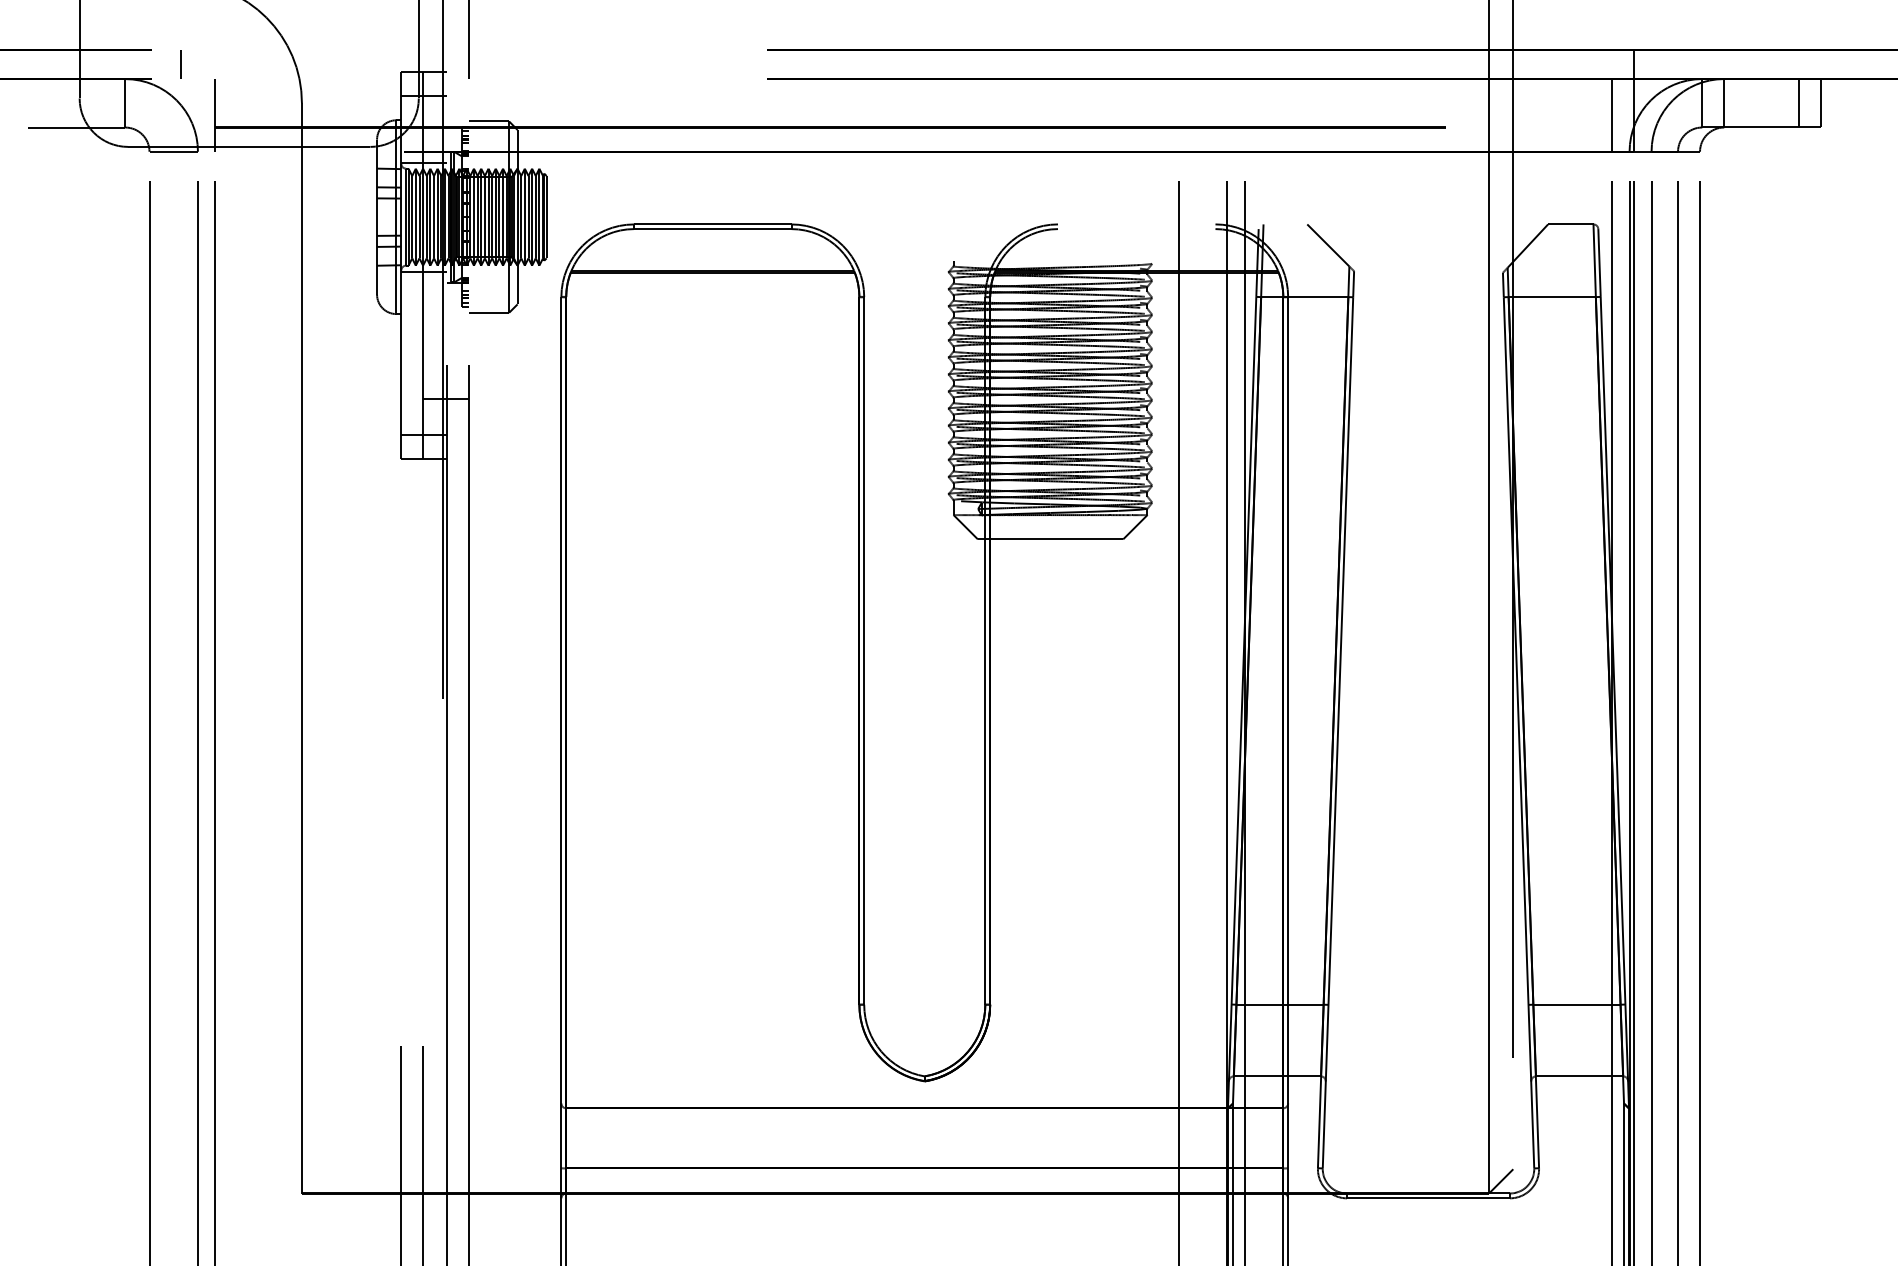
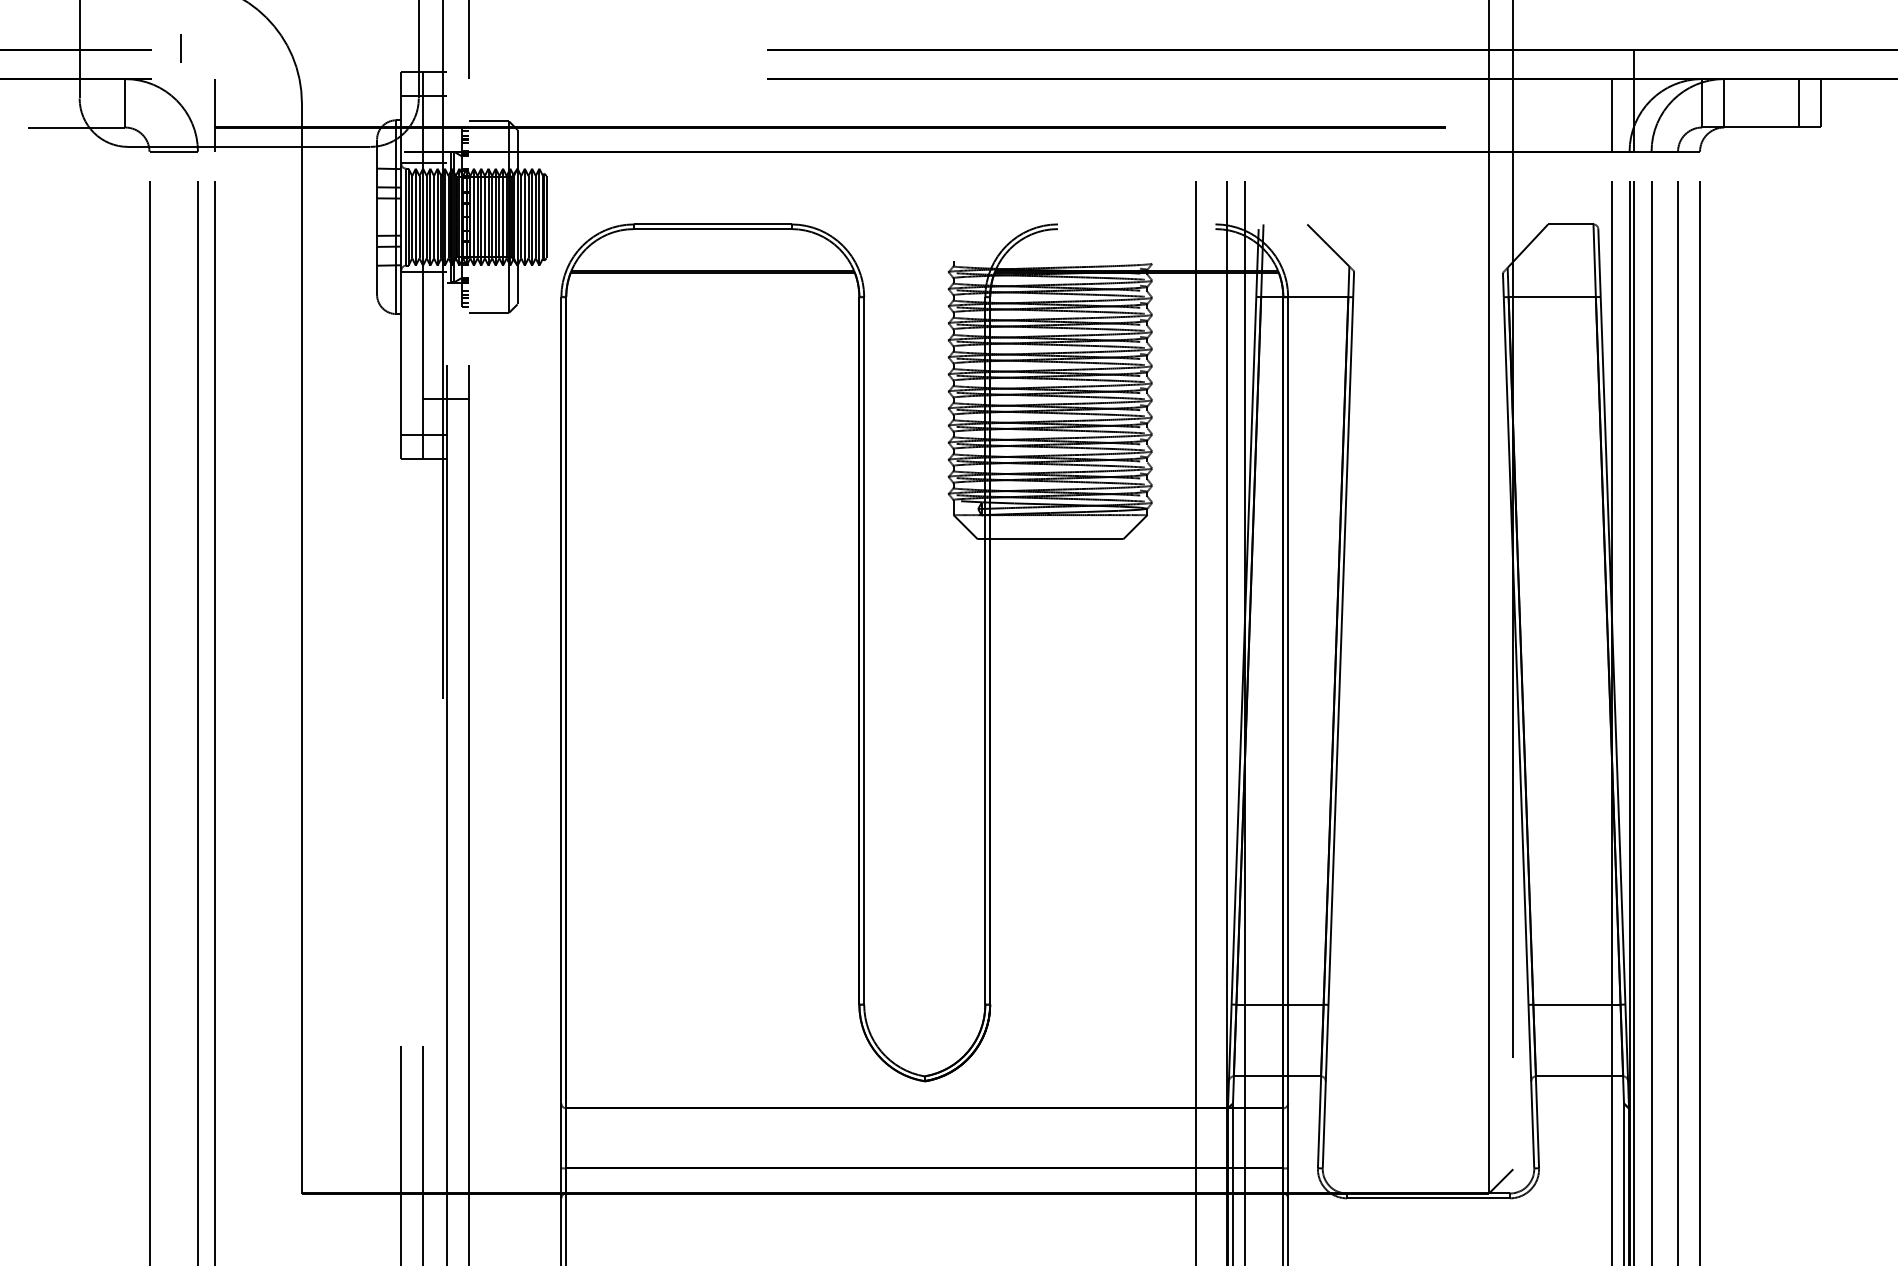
line at (180, 64) position: (180, 64) -> (180, 48)
line at (1178, 706) position: (1178, 706) -> (1195, 706)
